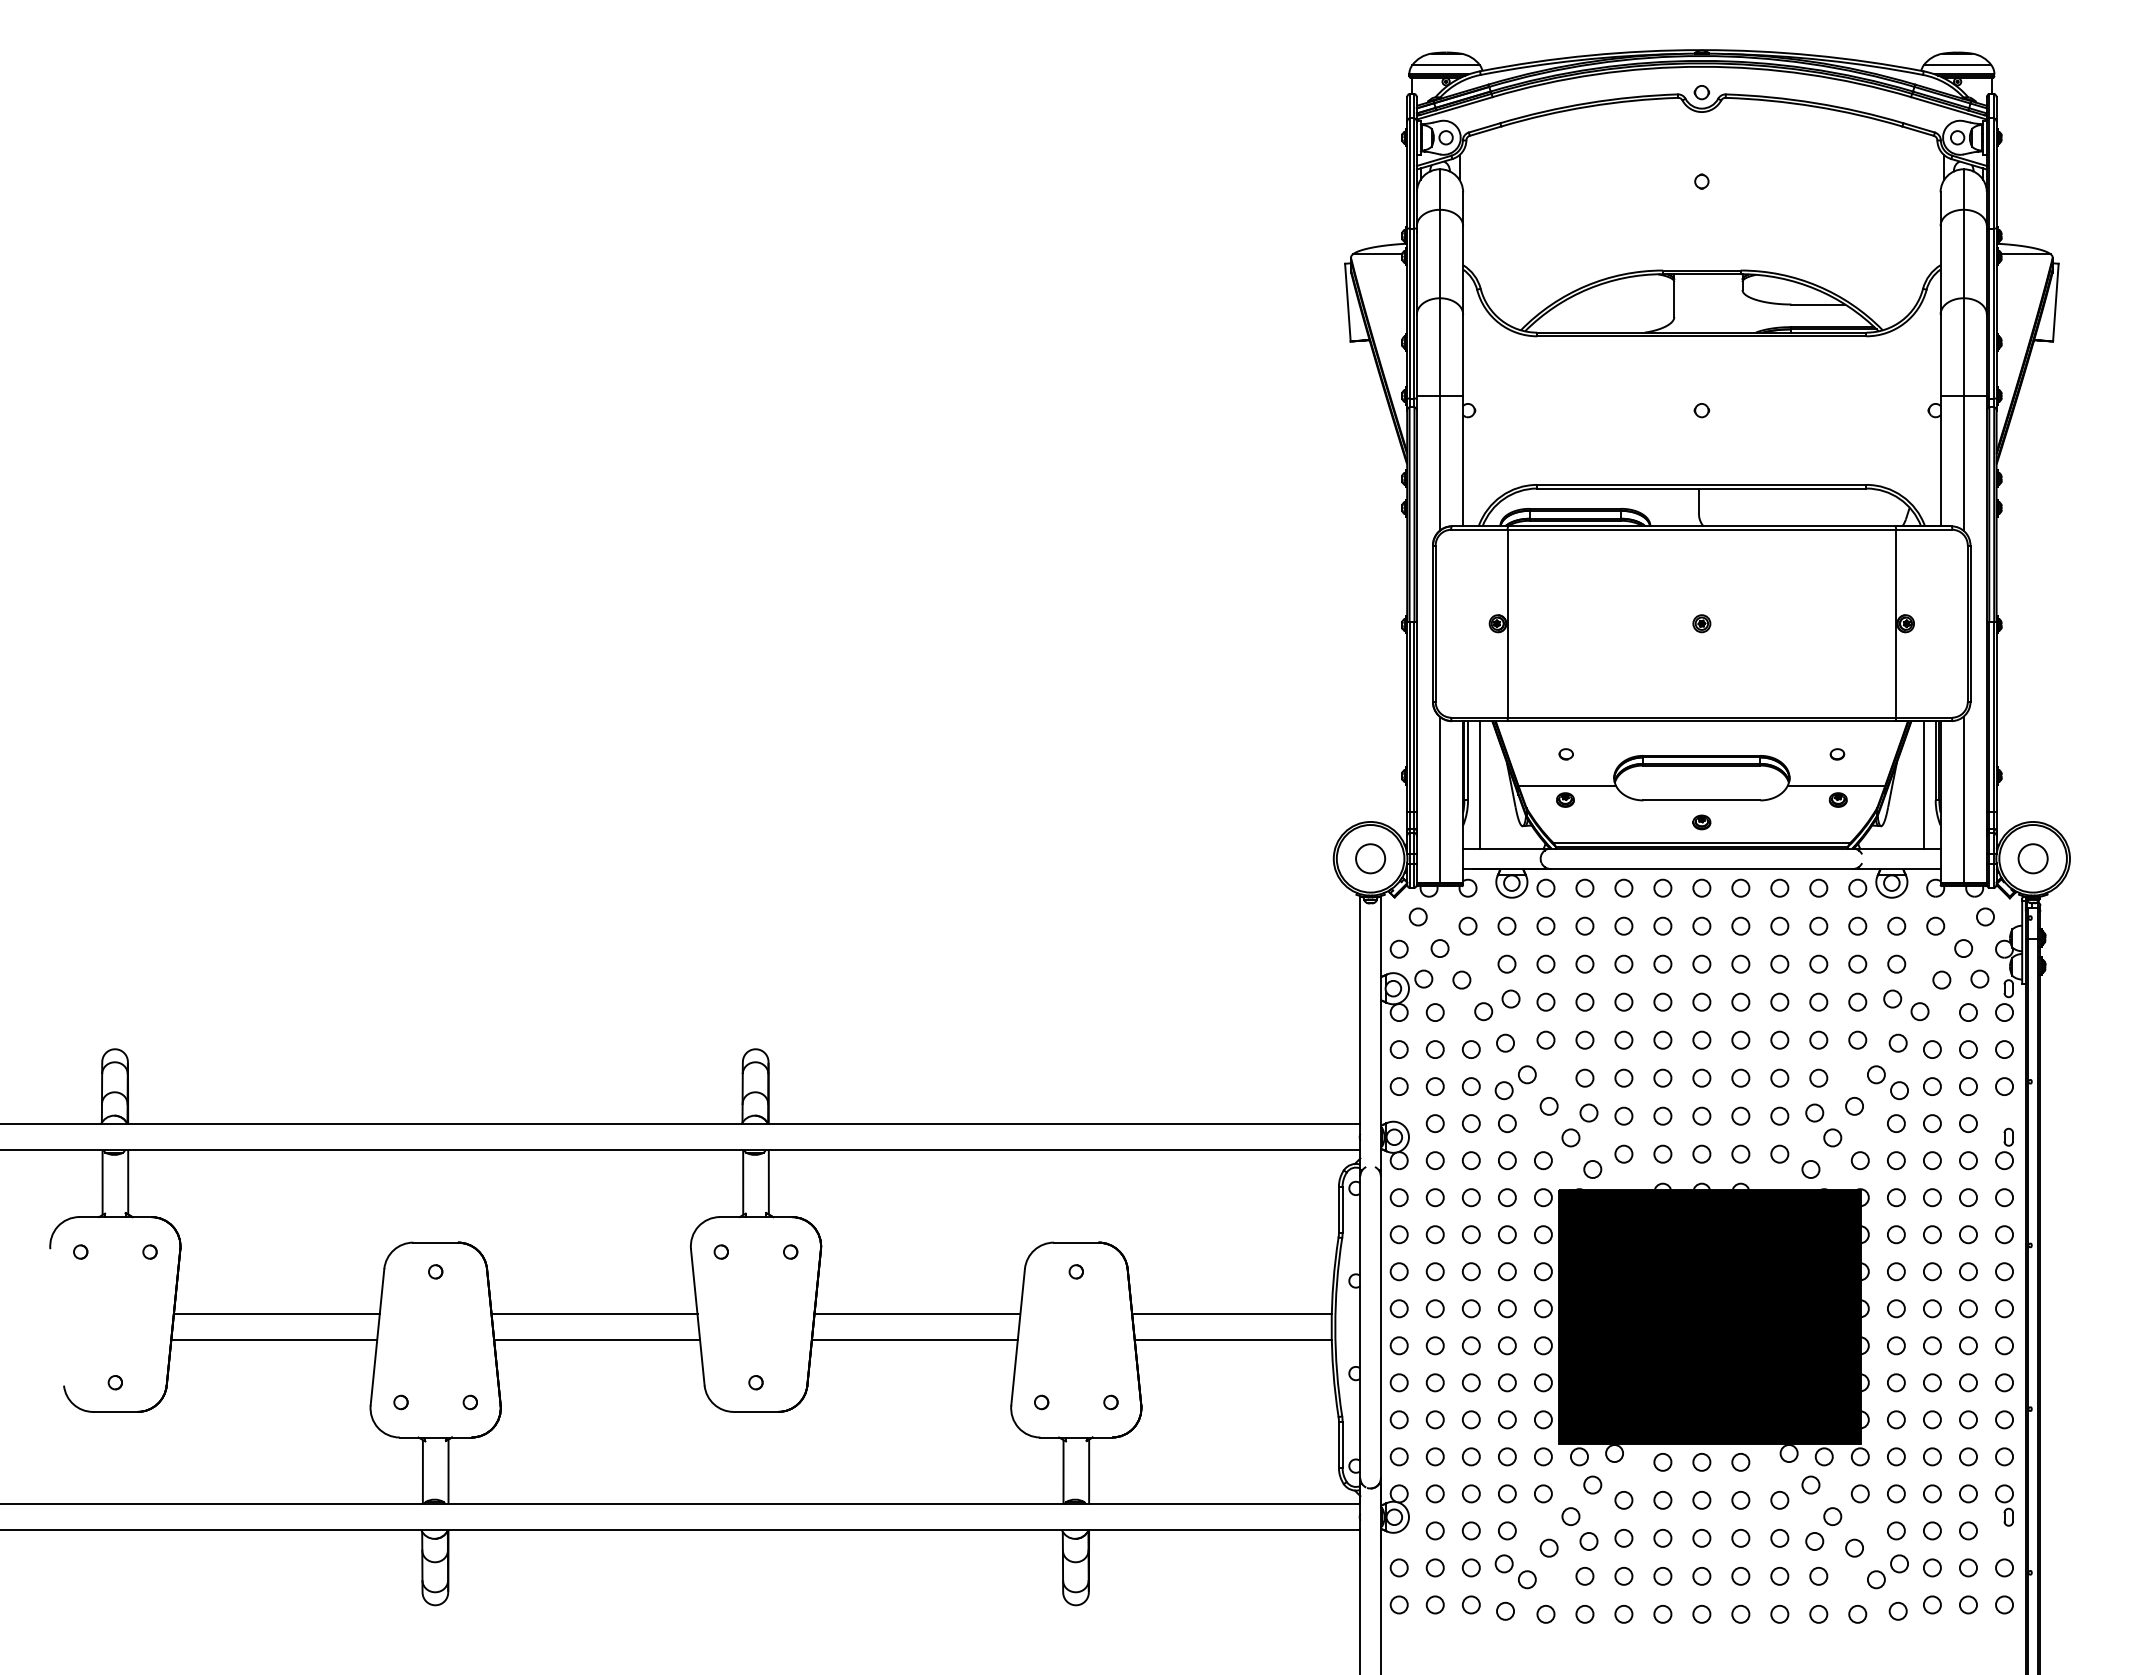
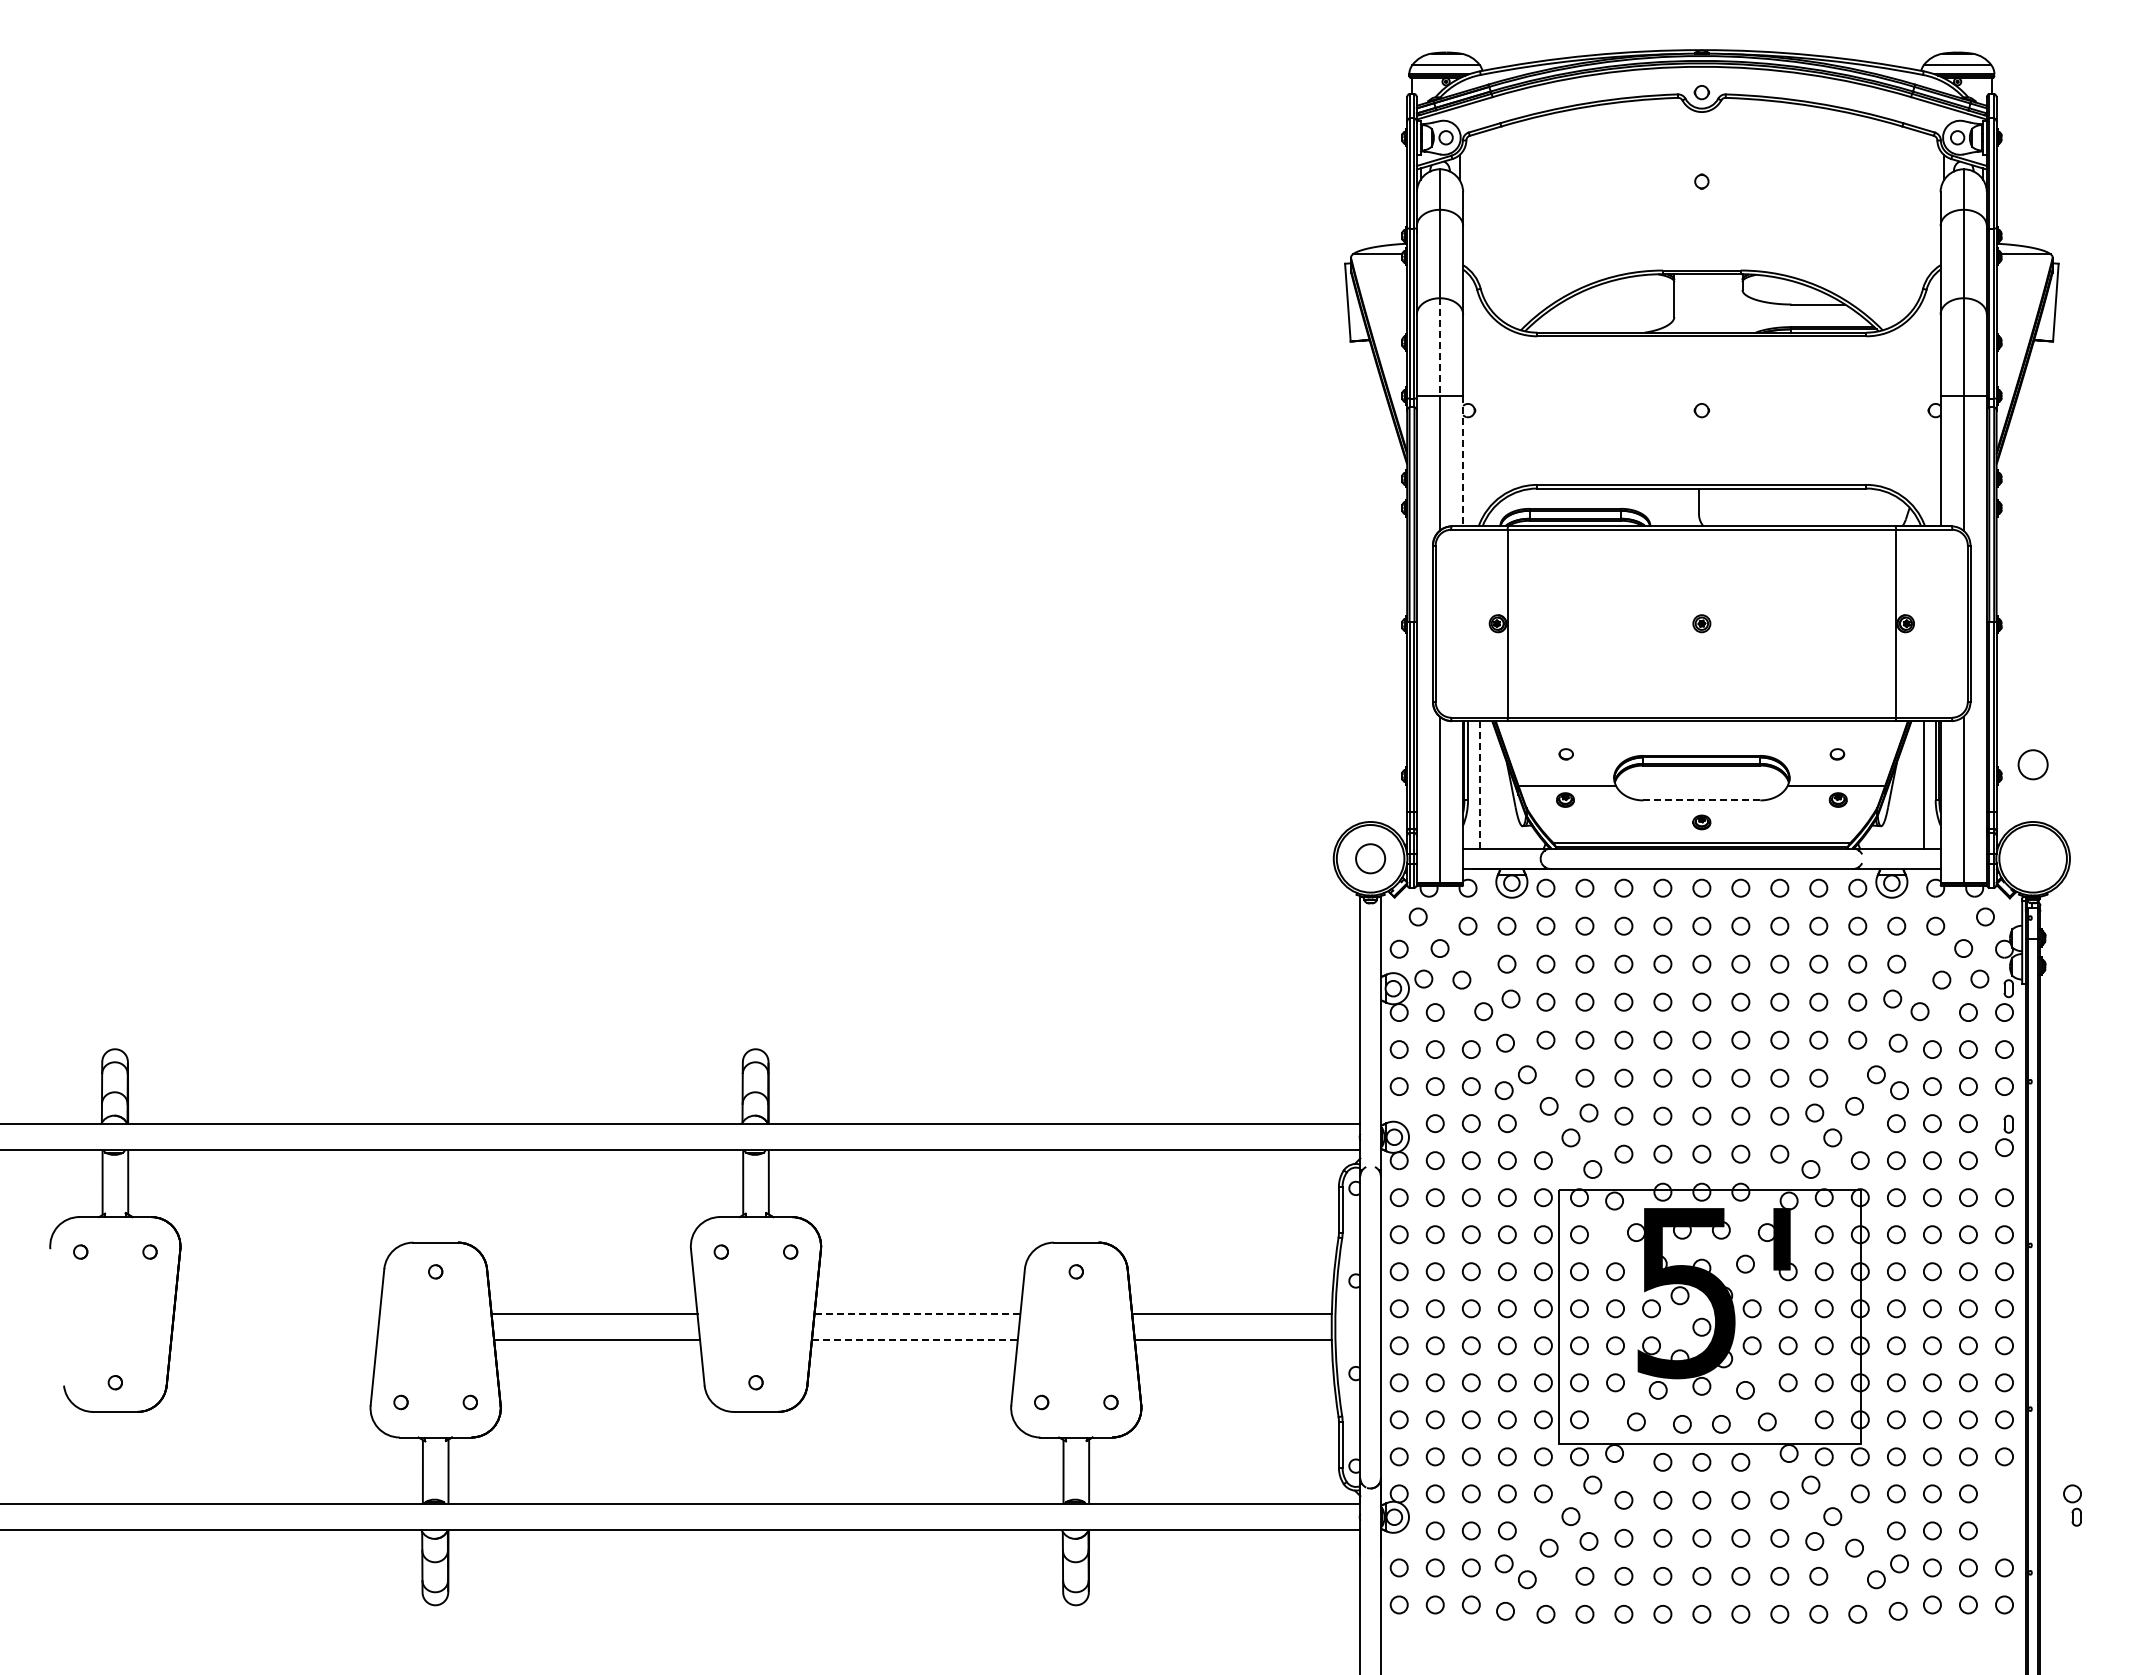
line at (1440, 347): solid -> dashed
line at (1463, 461): solid -> dashed
line at (1480, 784): solid -> dashed
line at (1702, 800): solid -> dashed
circle at (2032, 858) position: (2032, 858) -> (2032, 764)
part at (2004, 1148) position: (2004, 1148) -> (2004, 1135)
line at (276, 1314): present -> none
line at (917, 1314): solid -> dashed
fill at (1710, 1316): present -> none
line at (274, 1340): present -> none
line at (914, 1340): solid -> dashed
part at (2004, 1505) position: (2004, 1505) -> (2072, 1505)
